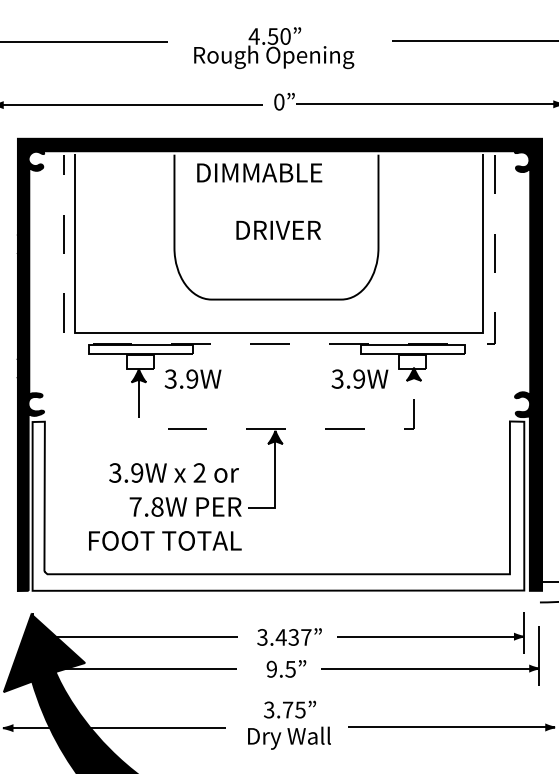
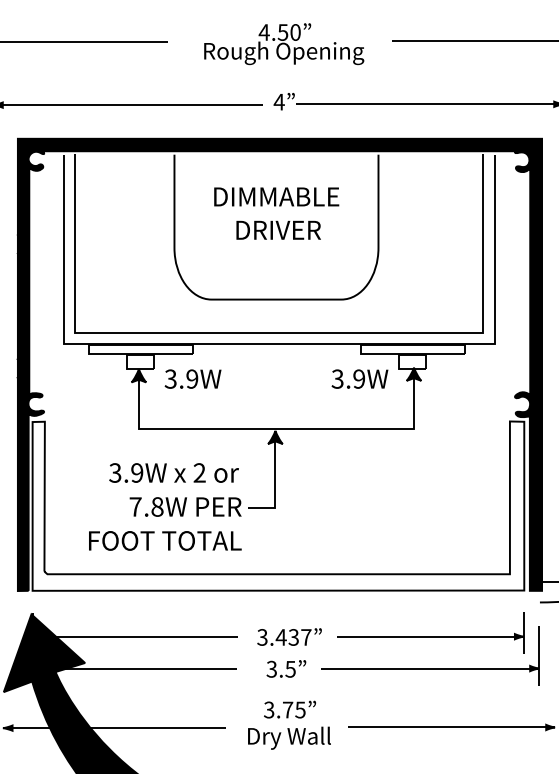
text at (274, 48) position: (274, 48) -> (284, 44)
text at (278, 101): 0 -> 4
text at (259, 172) position: (259, 172) -> (276, 196)
line at (279, 343): dashed -> solid
line at (277, 428): dashed -> solid
text at (271, 669): 9.5 -> 3.5
